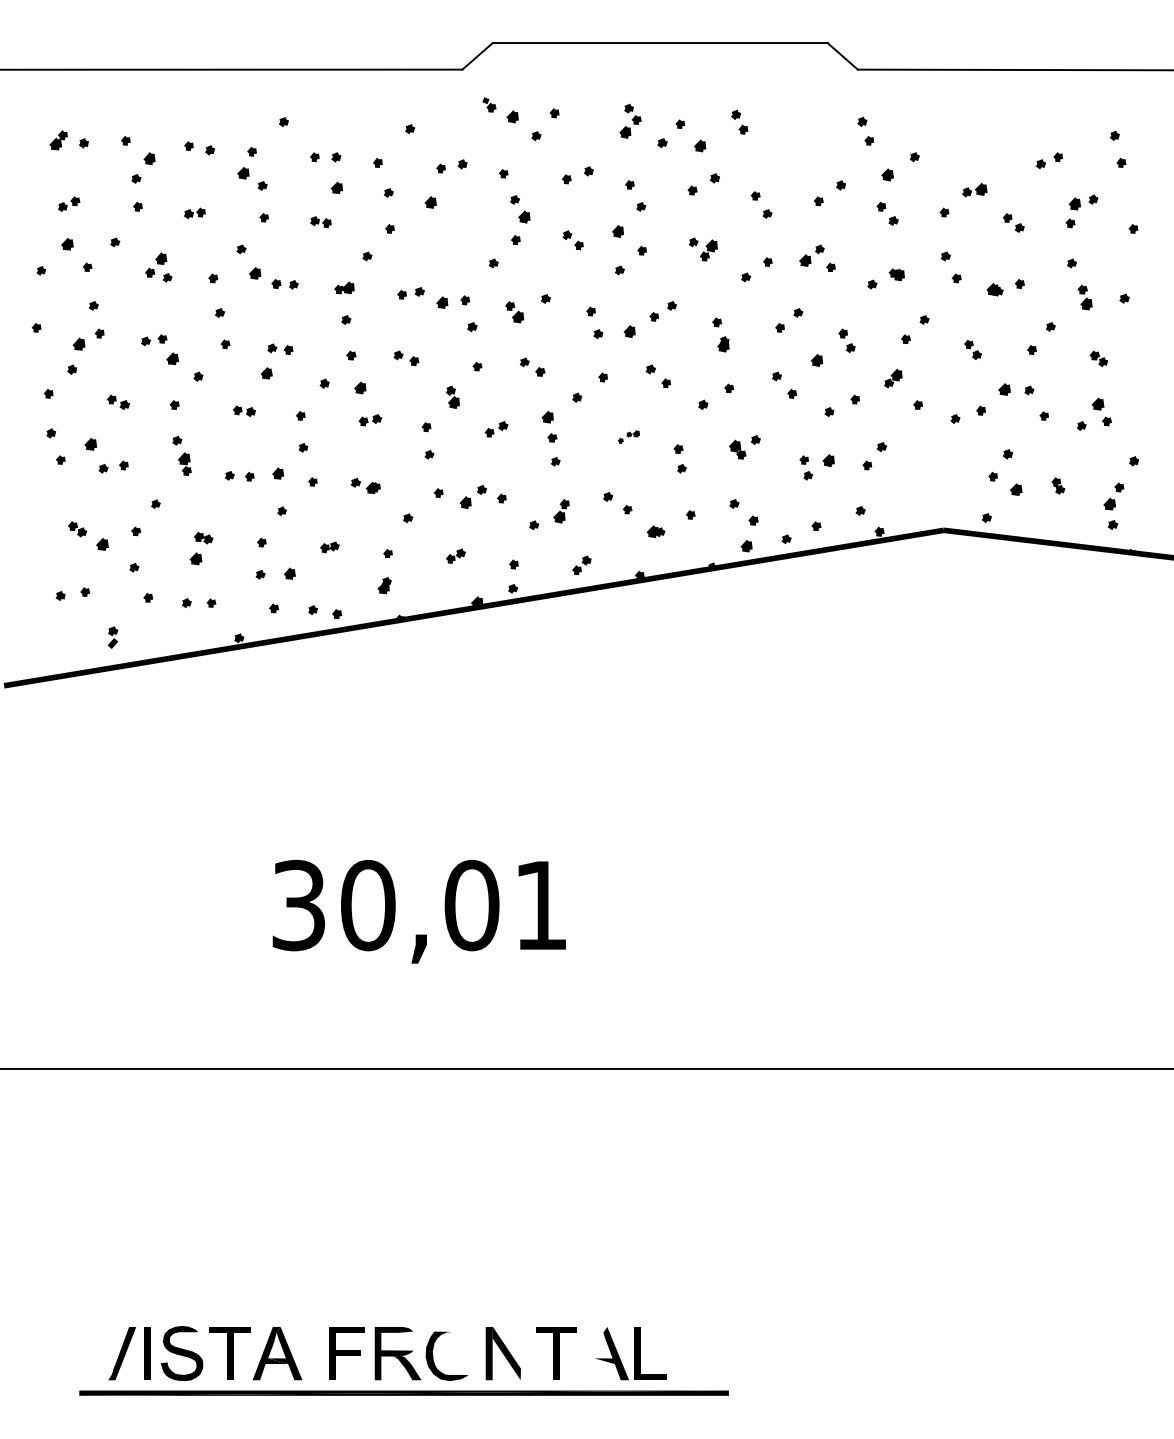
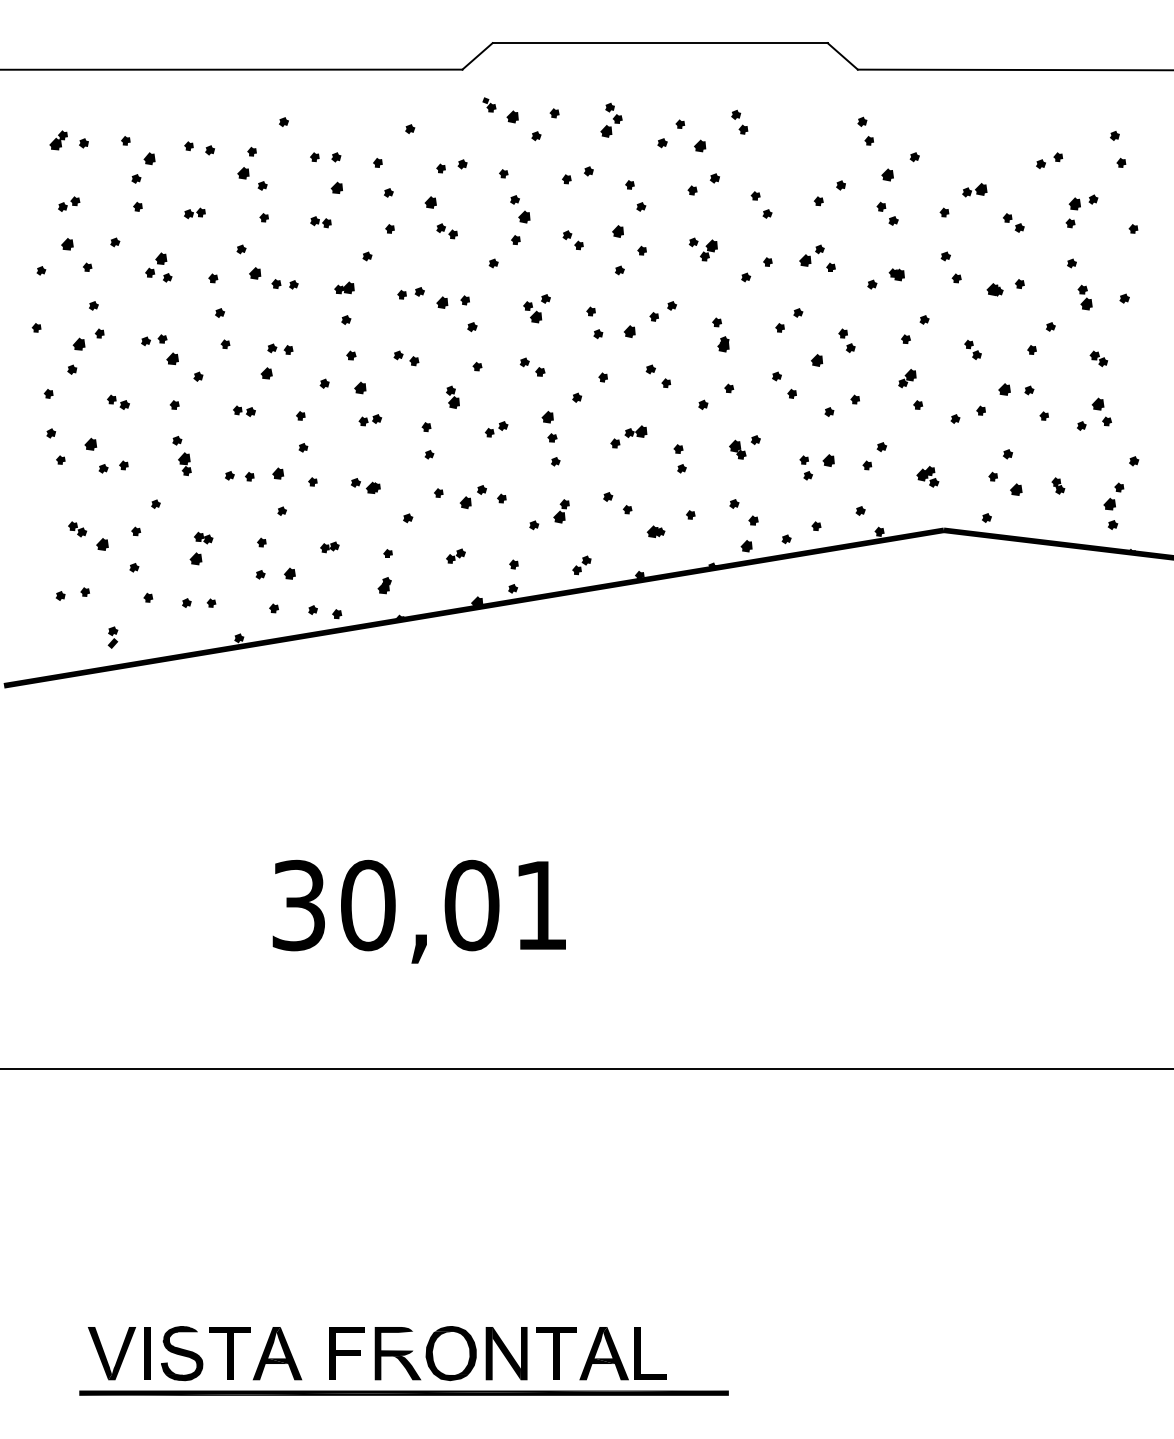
part at (630, 120) position: (630, 120) -> (611, 119)
part at (446, 231): none -> present
part at (514, 312) position: (514, 312) -> (532, 312)
part at (893, 378) position: (893, 378) -> (907, 378)
part at (628, 436) size: 22x14 px -> 38x24 px
part at (927, 476): none -> present
fill at (455, 1350): none -> present
fill at (99, 1353): none -> present
fill at (523, 1353): none -> present
fill at (596, 1353): none -> present
